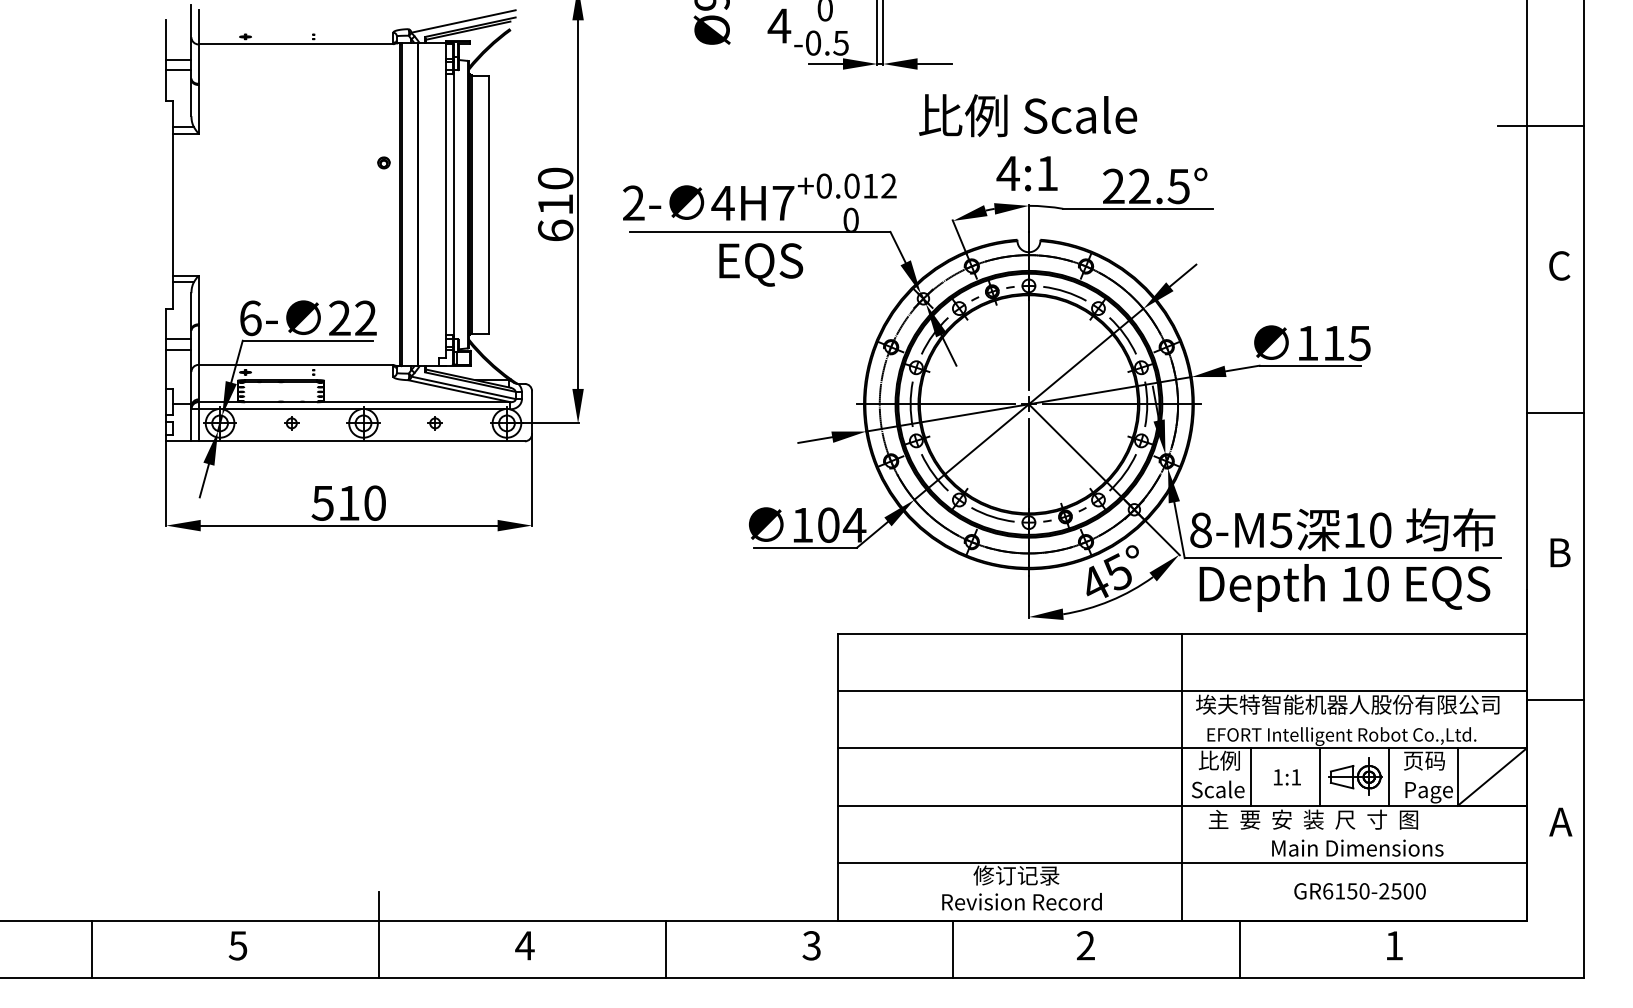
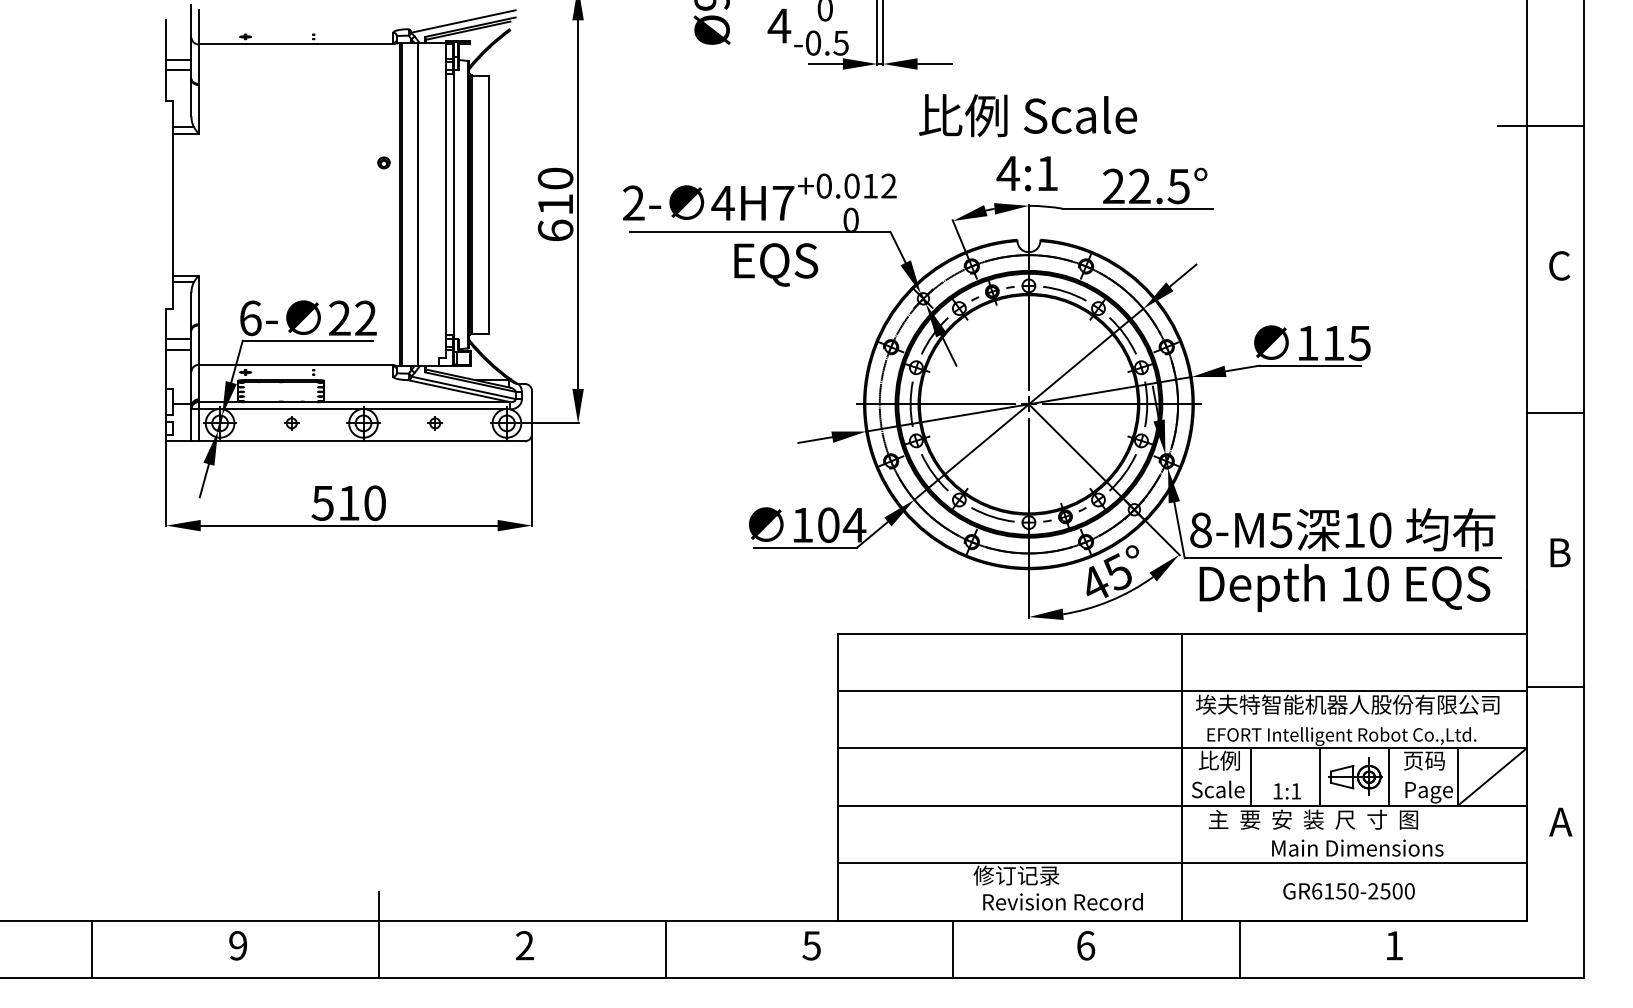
text at (761, 264) position: (761, 264) -> (776, 264)
line at (1555, 699) position: (1555, 699) -> (1555, 686)
text at (1287, 777) position: (1287, 777) -> (1287, 791)
text at (1359, 891) position: (1359, 891) -> (1348, 891)
text at (1021, 901) position: (1021, 901) -> (1062, 901)
text at (237, 945): 5 -> 9
text at (524, 945): 4 -> 2
text at (811, 945): 3 -> 5
text at (1086, 945): 2 -> 6
